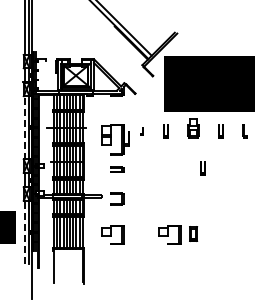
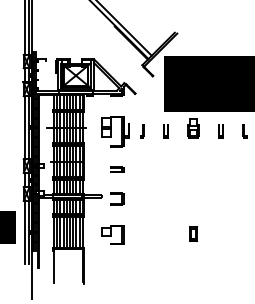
line at (24, 127): dashed -> solid
part at (141, 131) size: 4x9 px -> 5x15 px
part at (115, 139) position: (115, 139) -> (115, 131)
part at (202, 168): present -> none
line at (24, 232): dashed -> solid
part at (169, 234): present -> none
